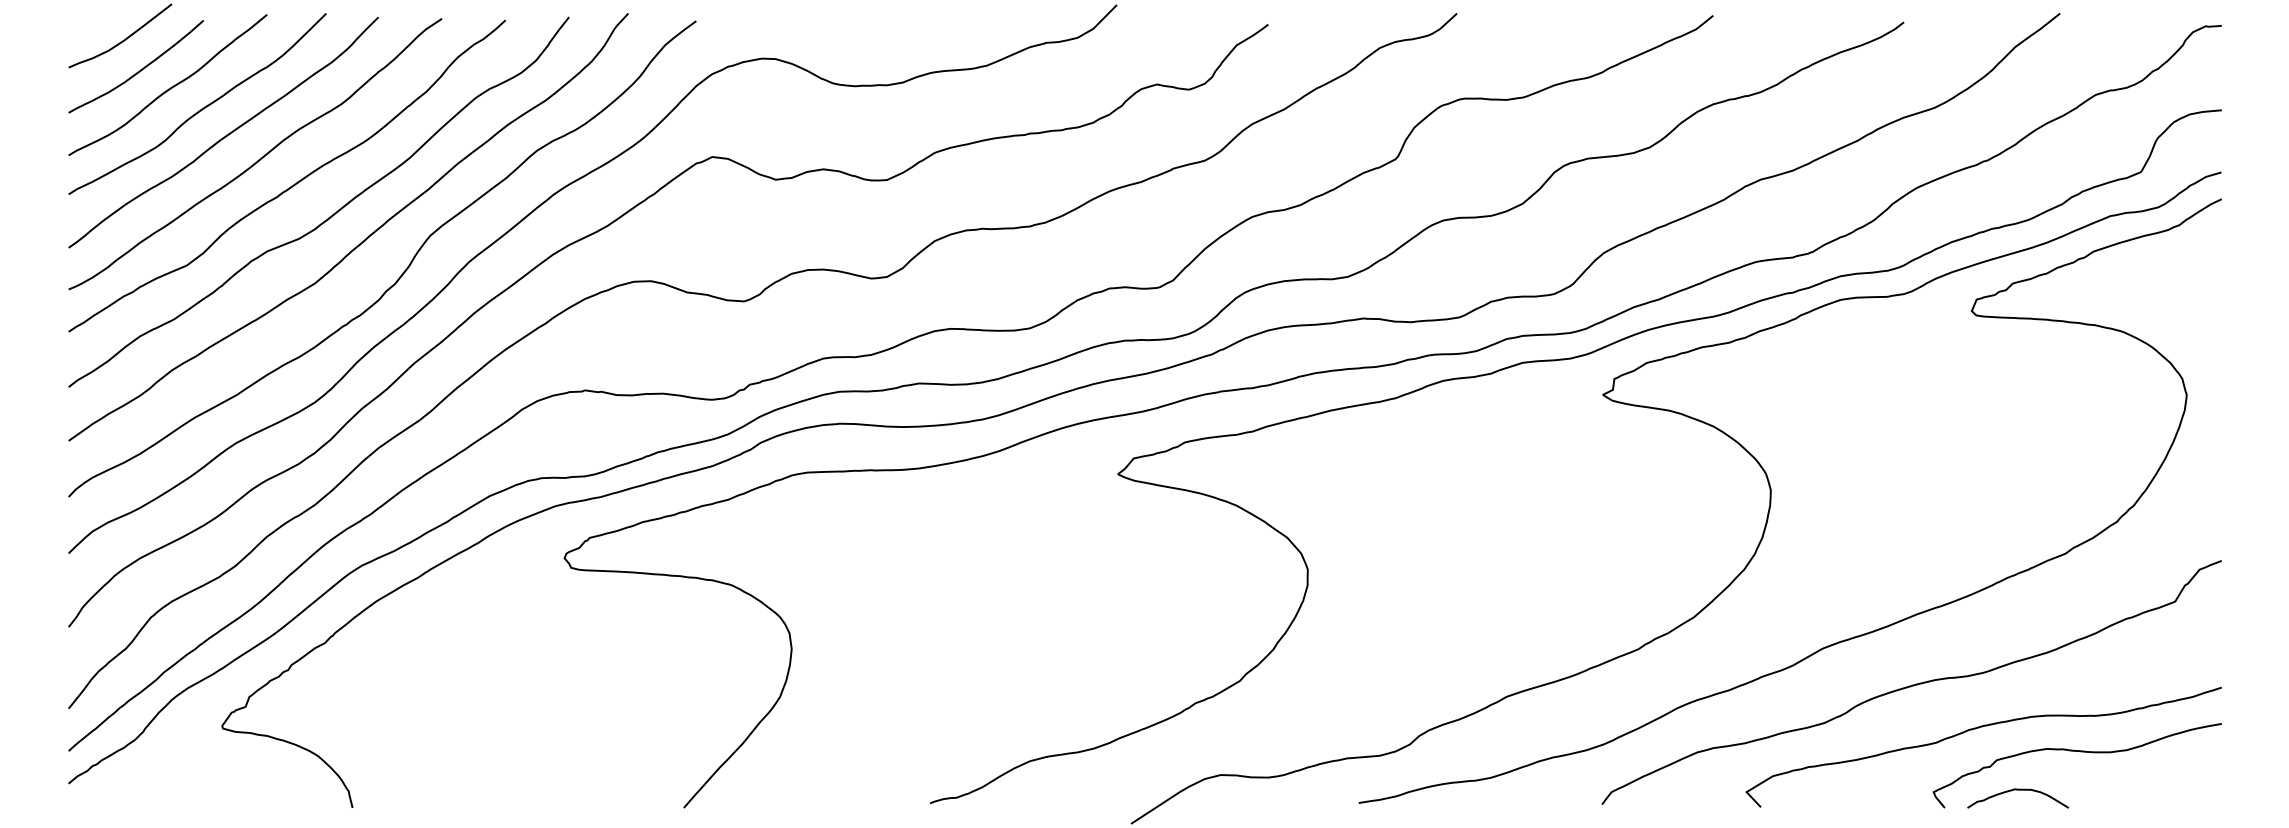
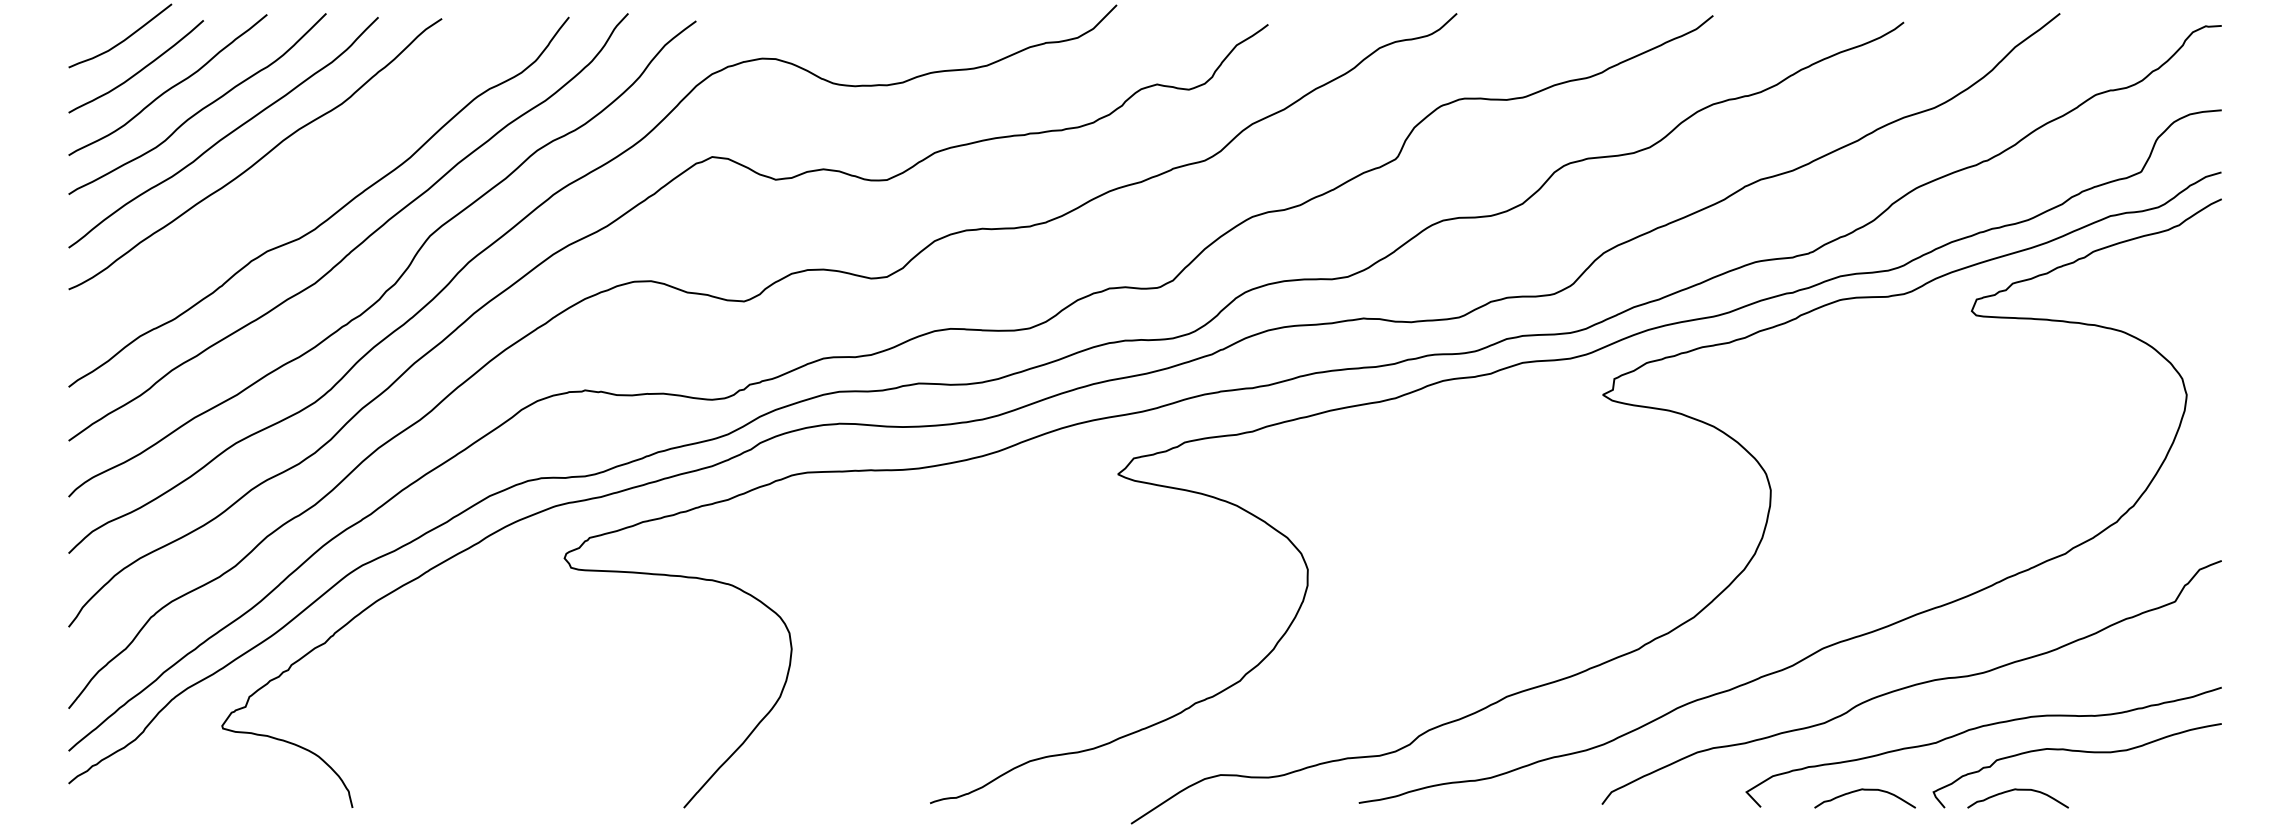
curve at (291, 185): present -> none
curve at (1864, 790): none -> present
